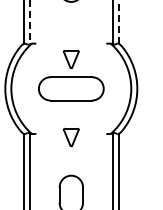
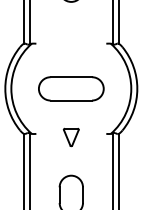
line at (118, 21): dashed -> solid
line at (29, 22): dashed -> solid
part at (70, 59): present -> none
